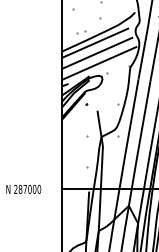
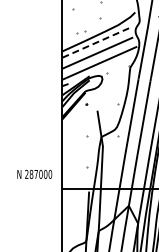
line at (96, 42): solid -> dashed
text at (23, 188) position: (23, 188) -> (34, 173)
